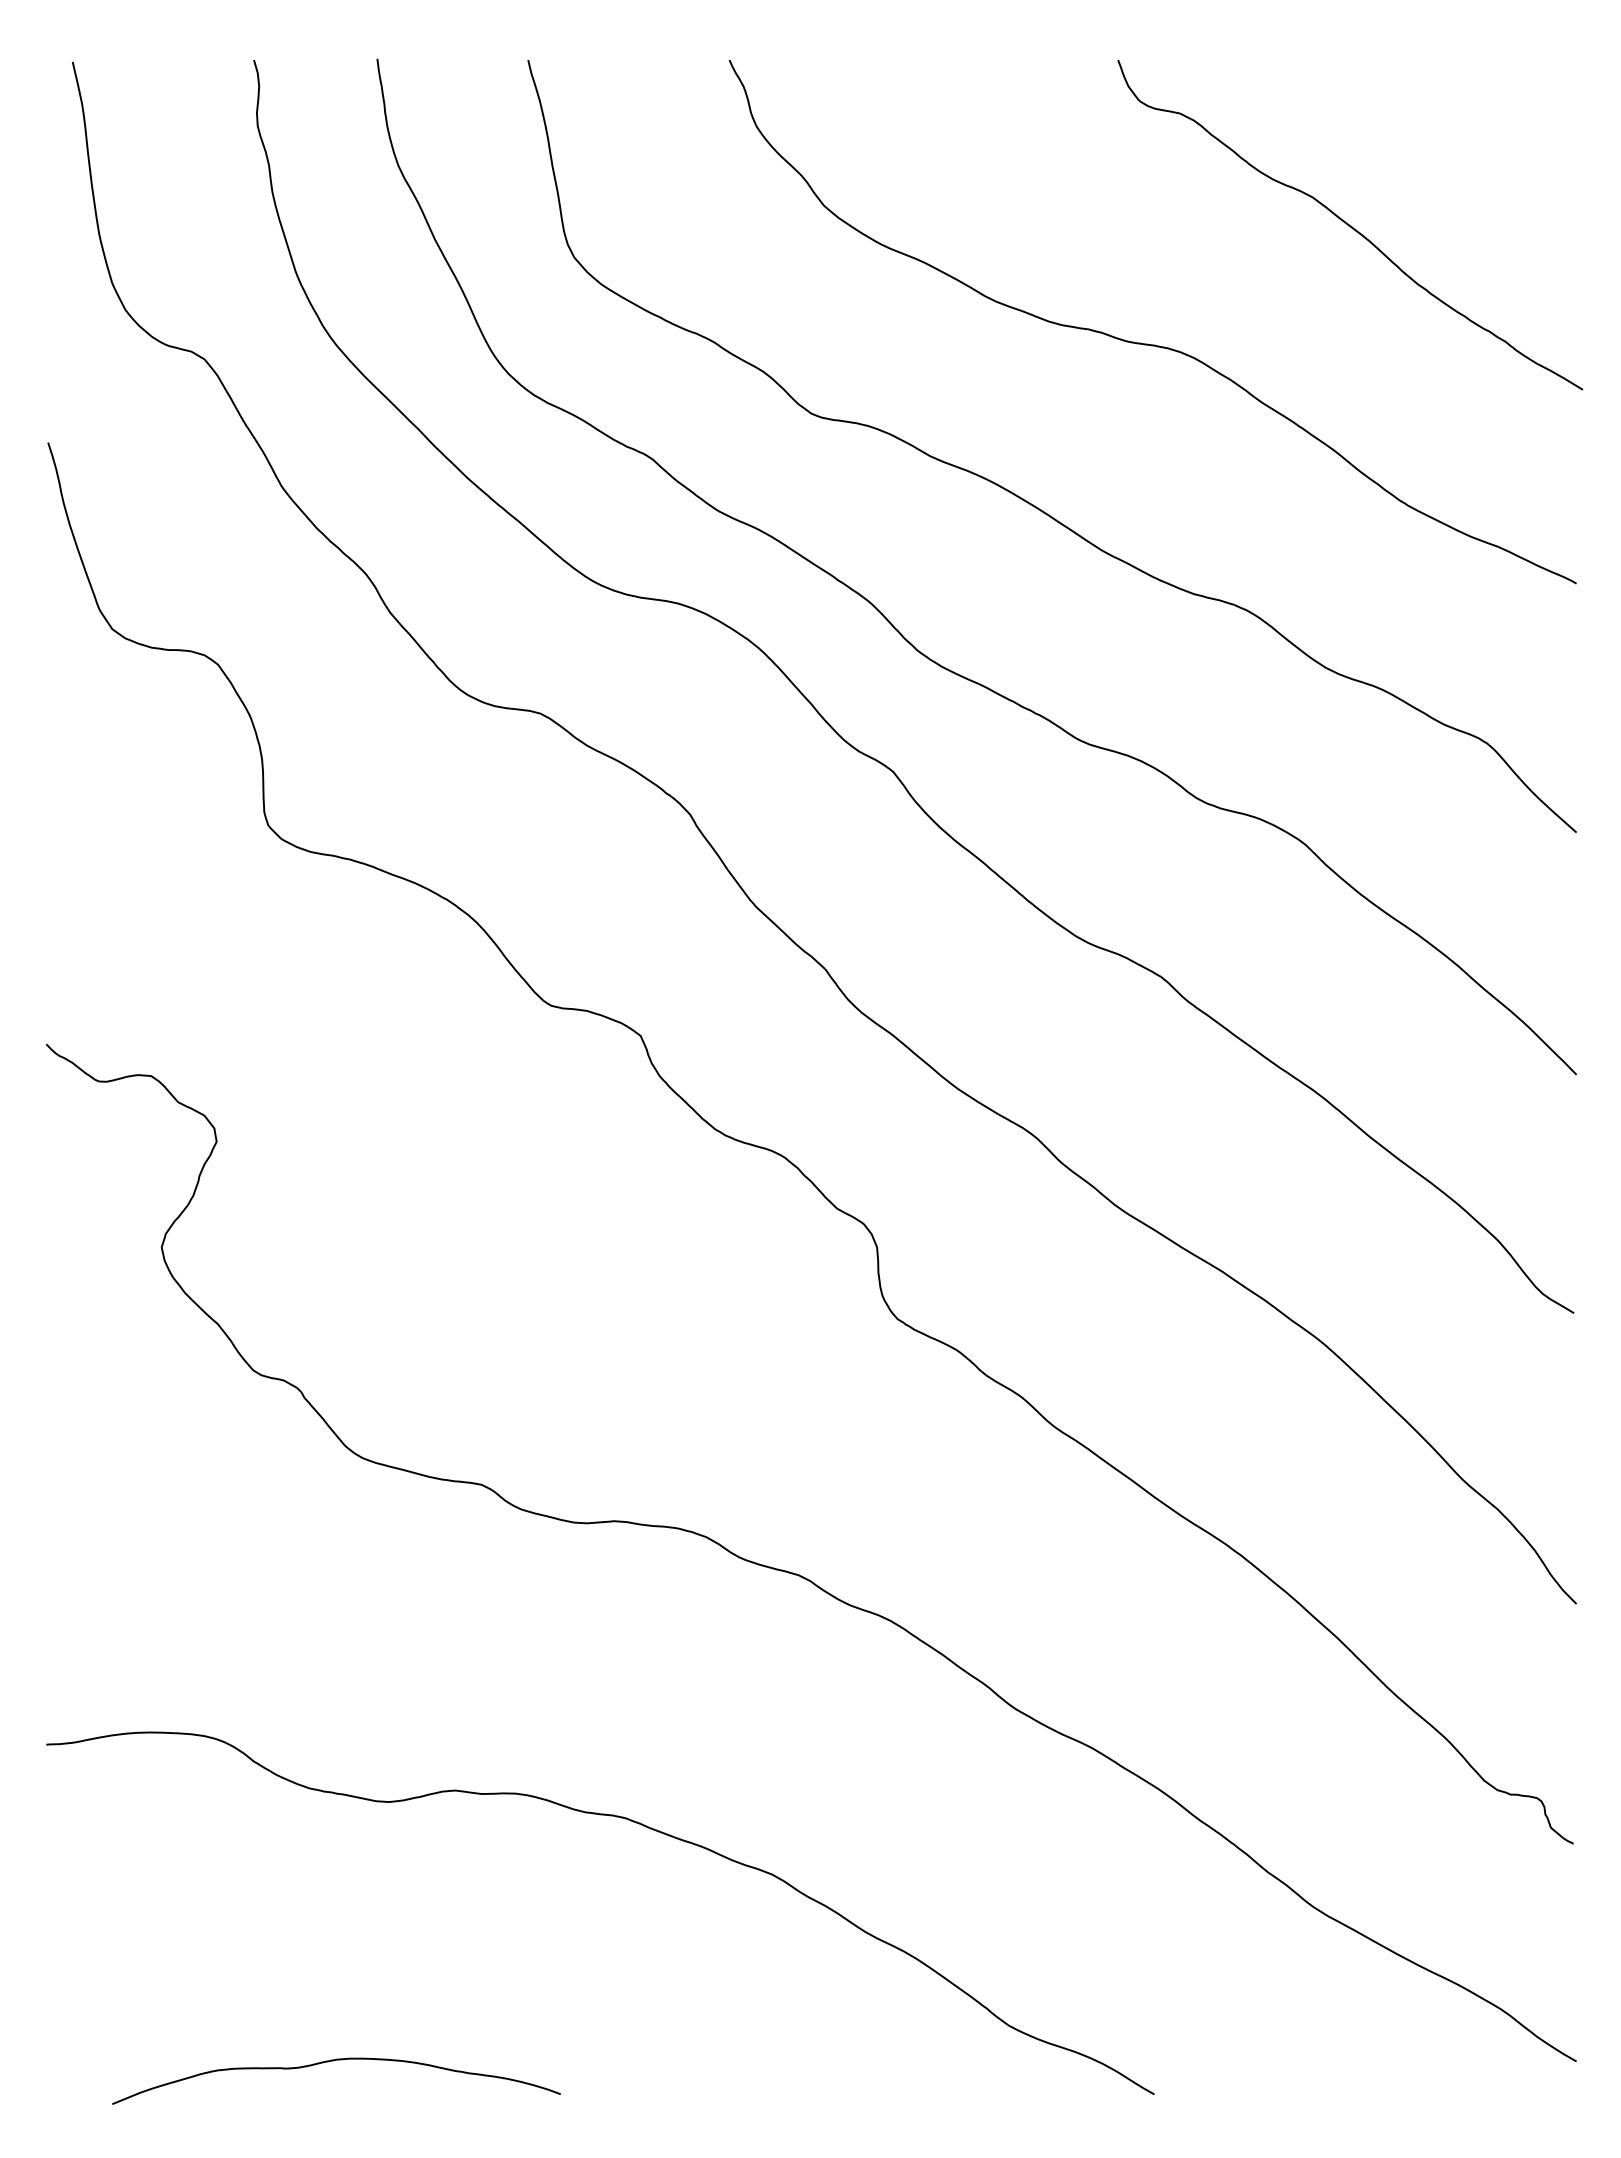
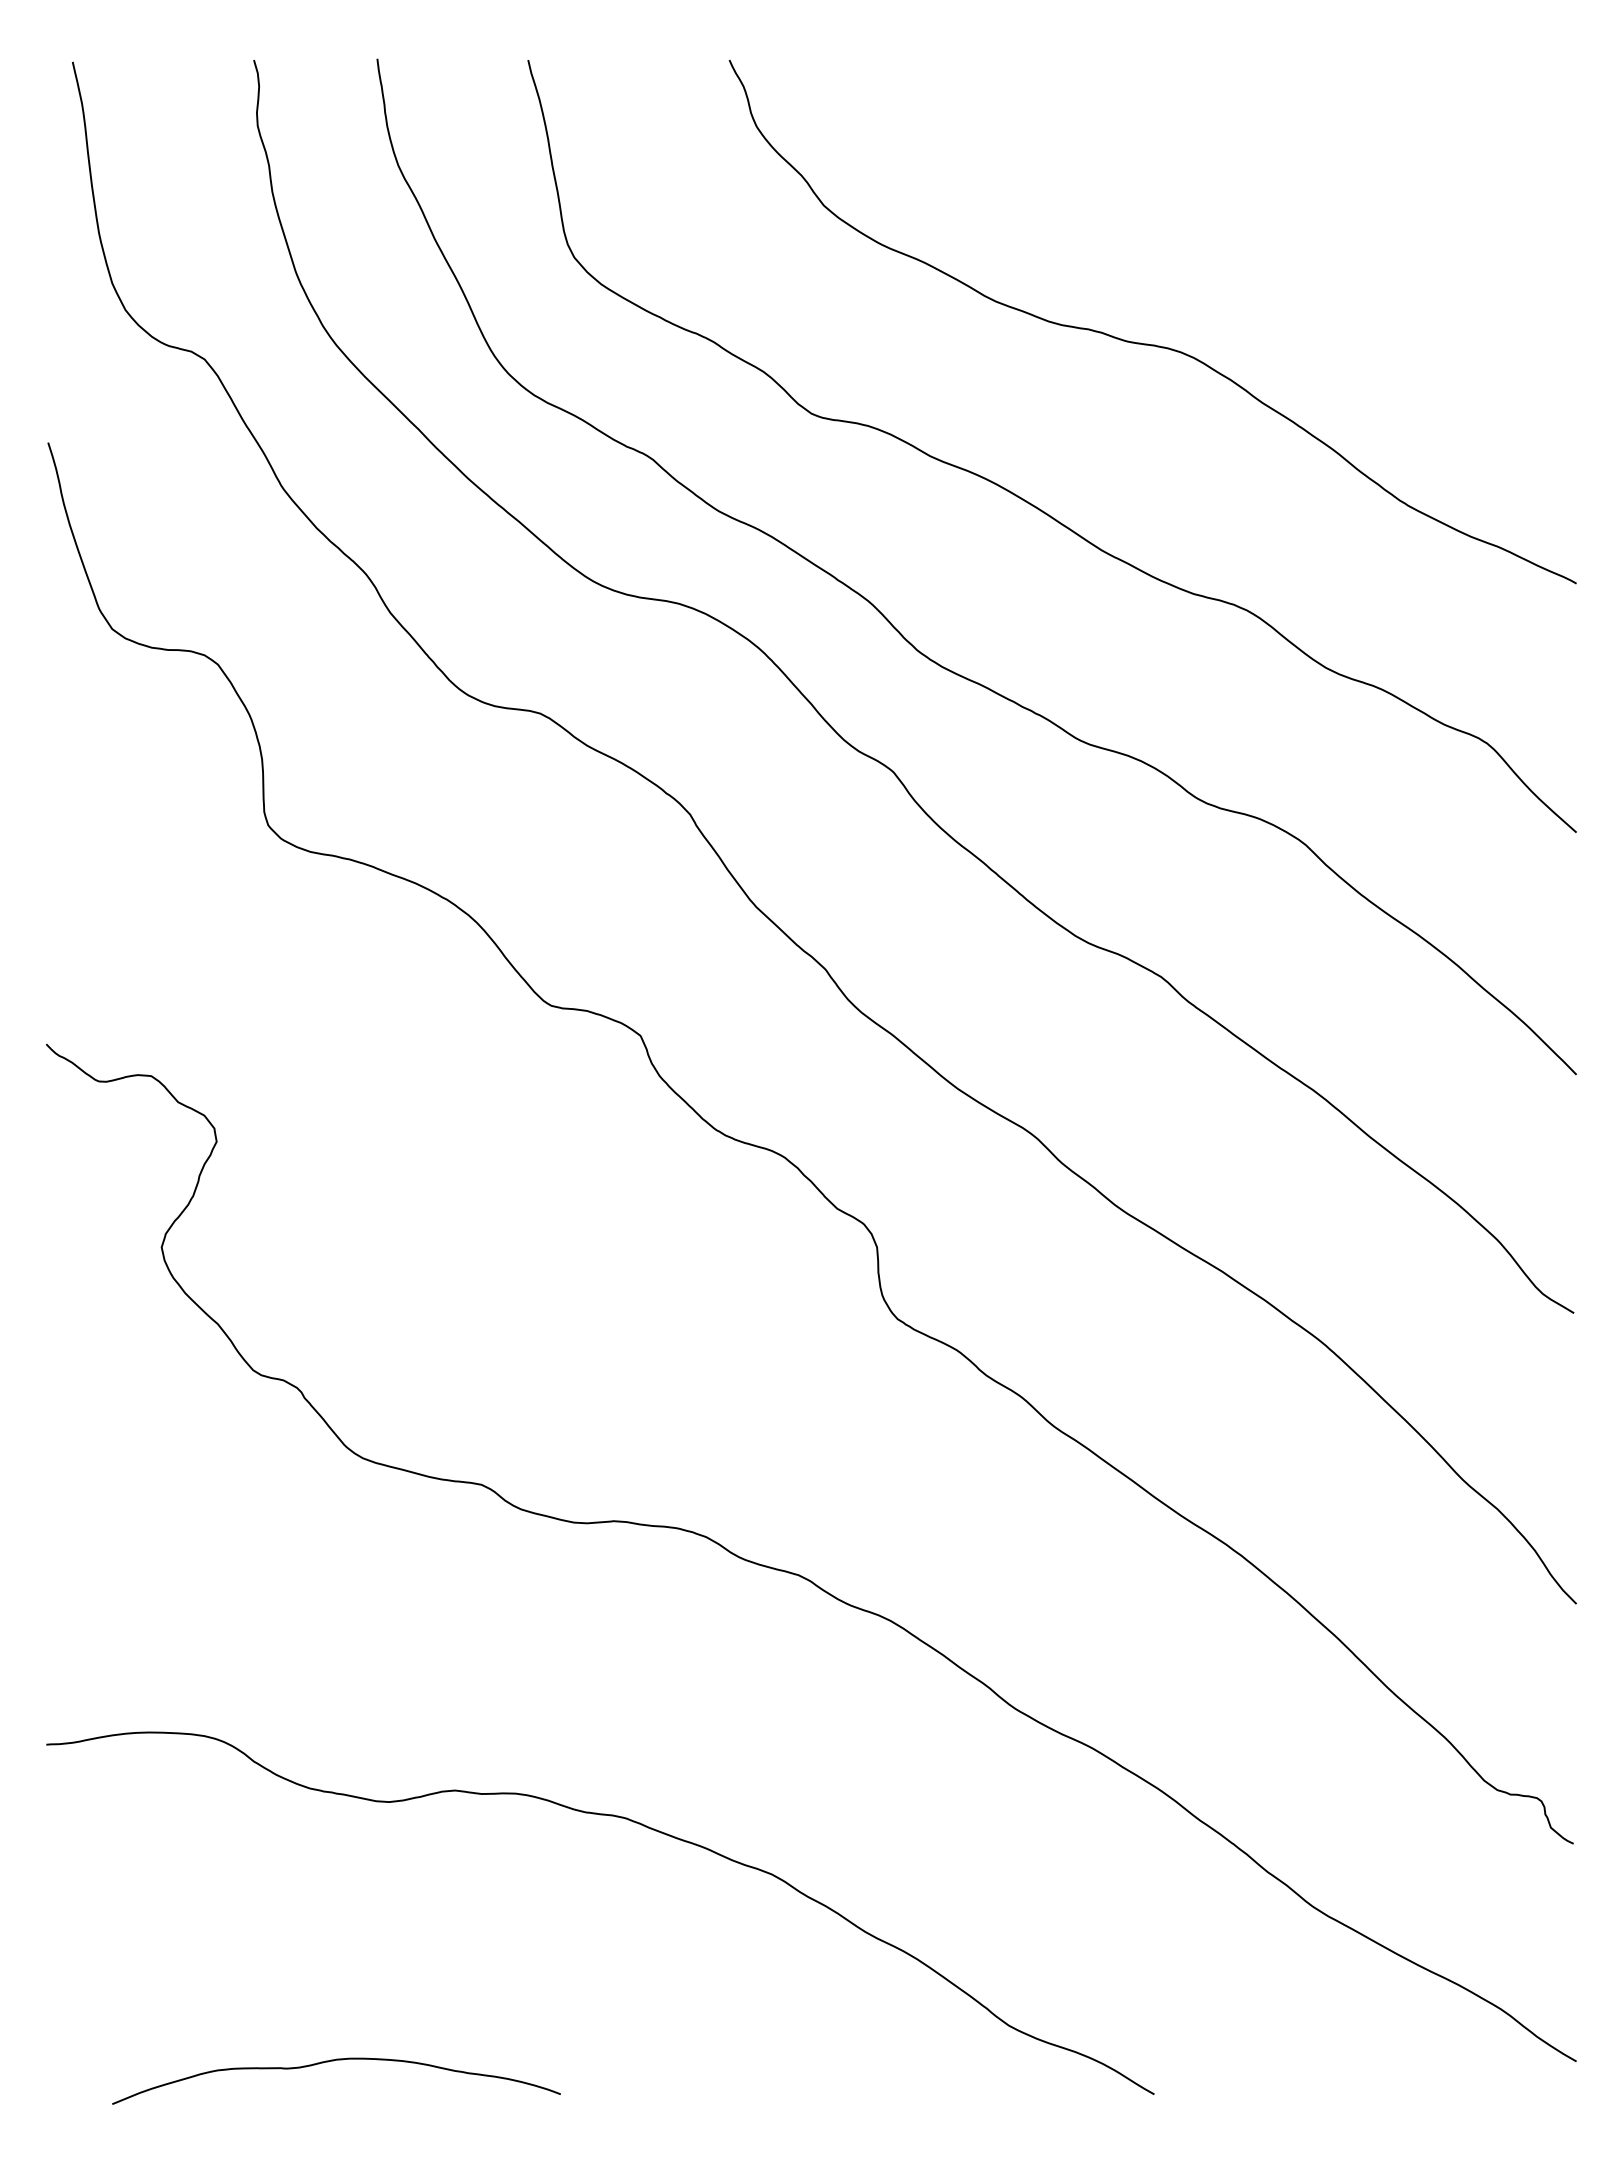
curve at (1350, 225): present -> none
